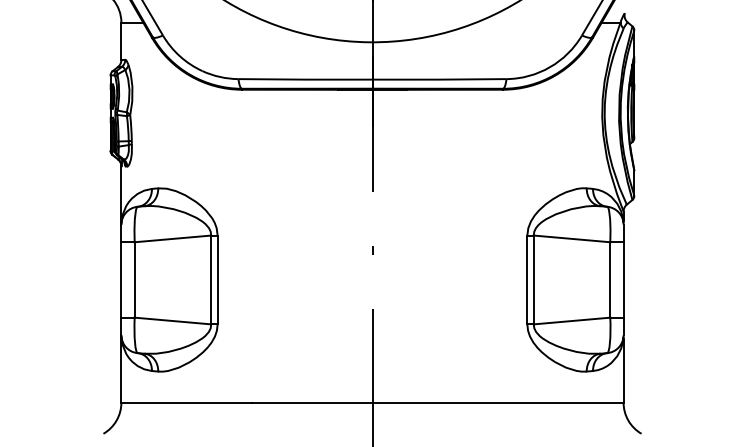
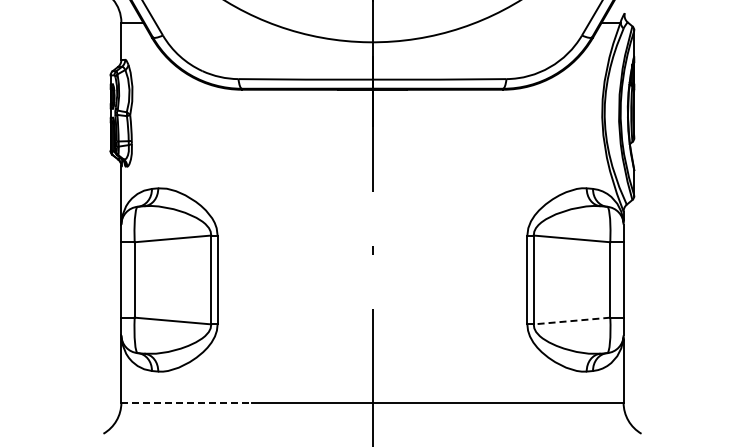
line at (571, 321): solid -> dashed
line at (187, 402): solid -> dashed
